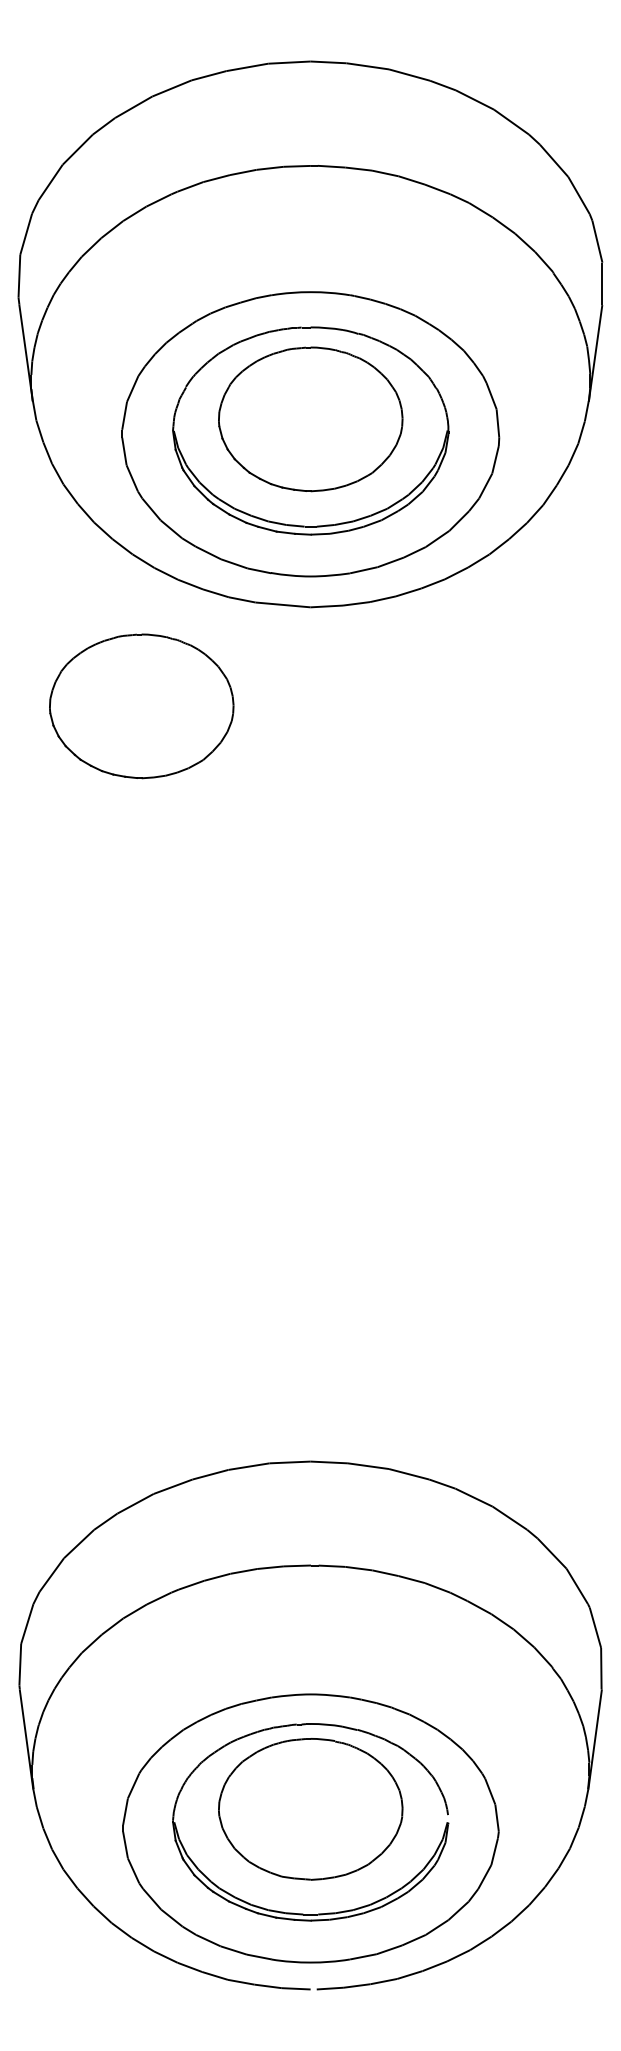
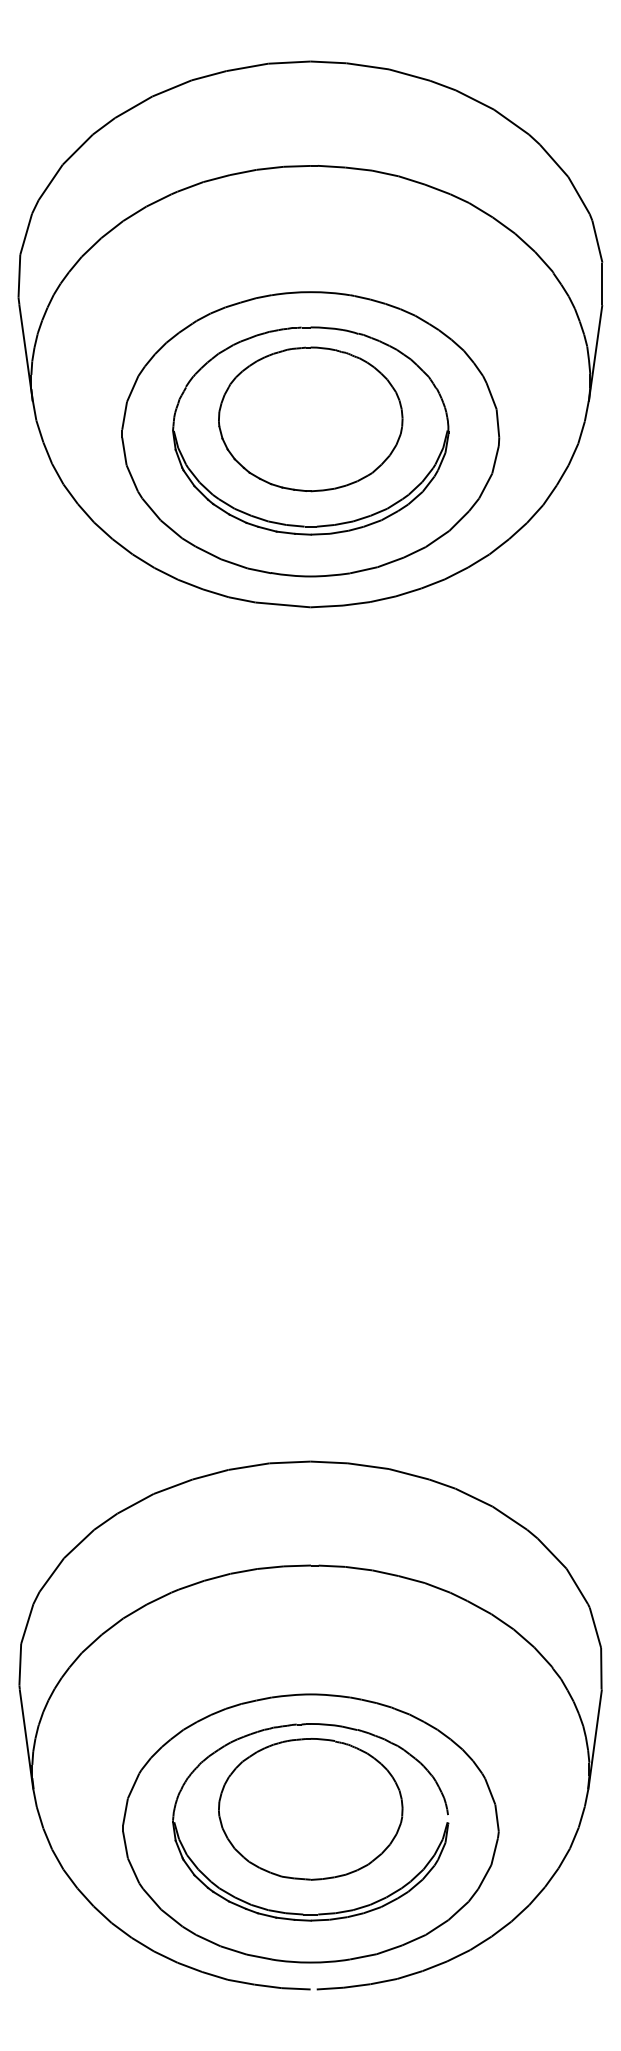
part at (141, 706): present -> none
